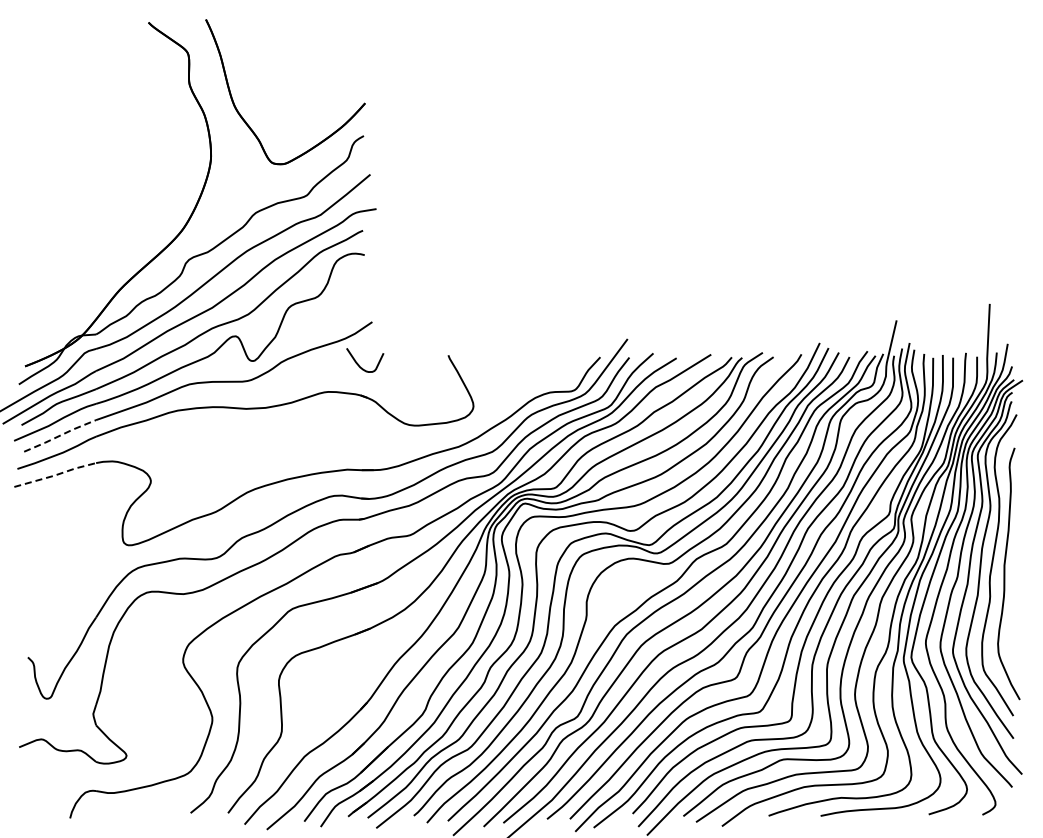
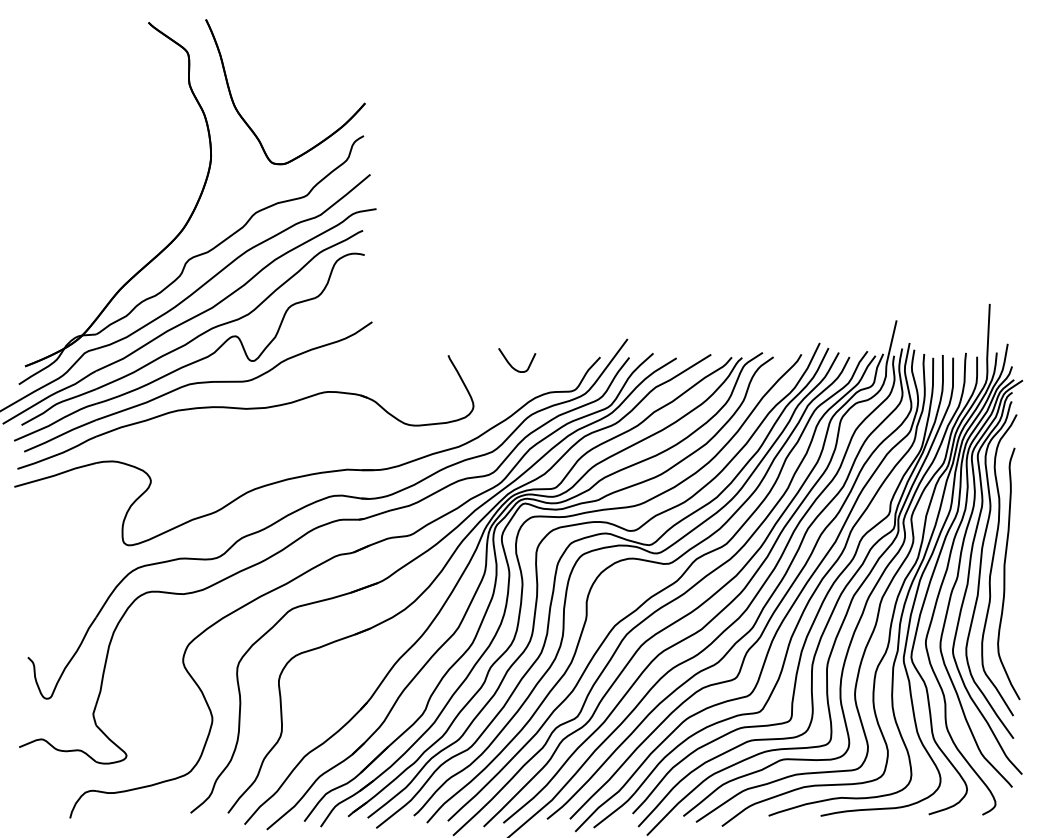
curve at (359, 364) position: (359, 364) -> (511, 364)
line at (60, 435): dashed -> solid
line at (55, 475): dashed -> solid
